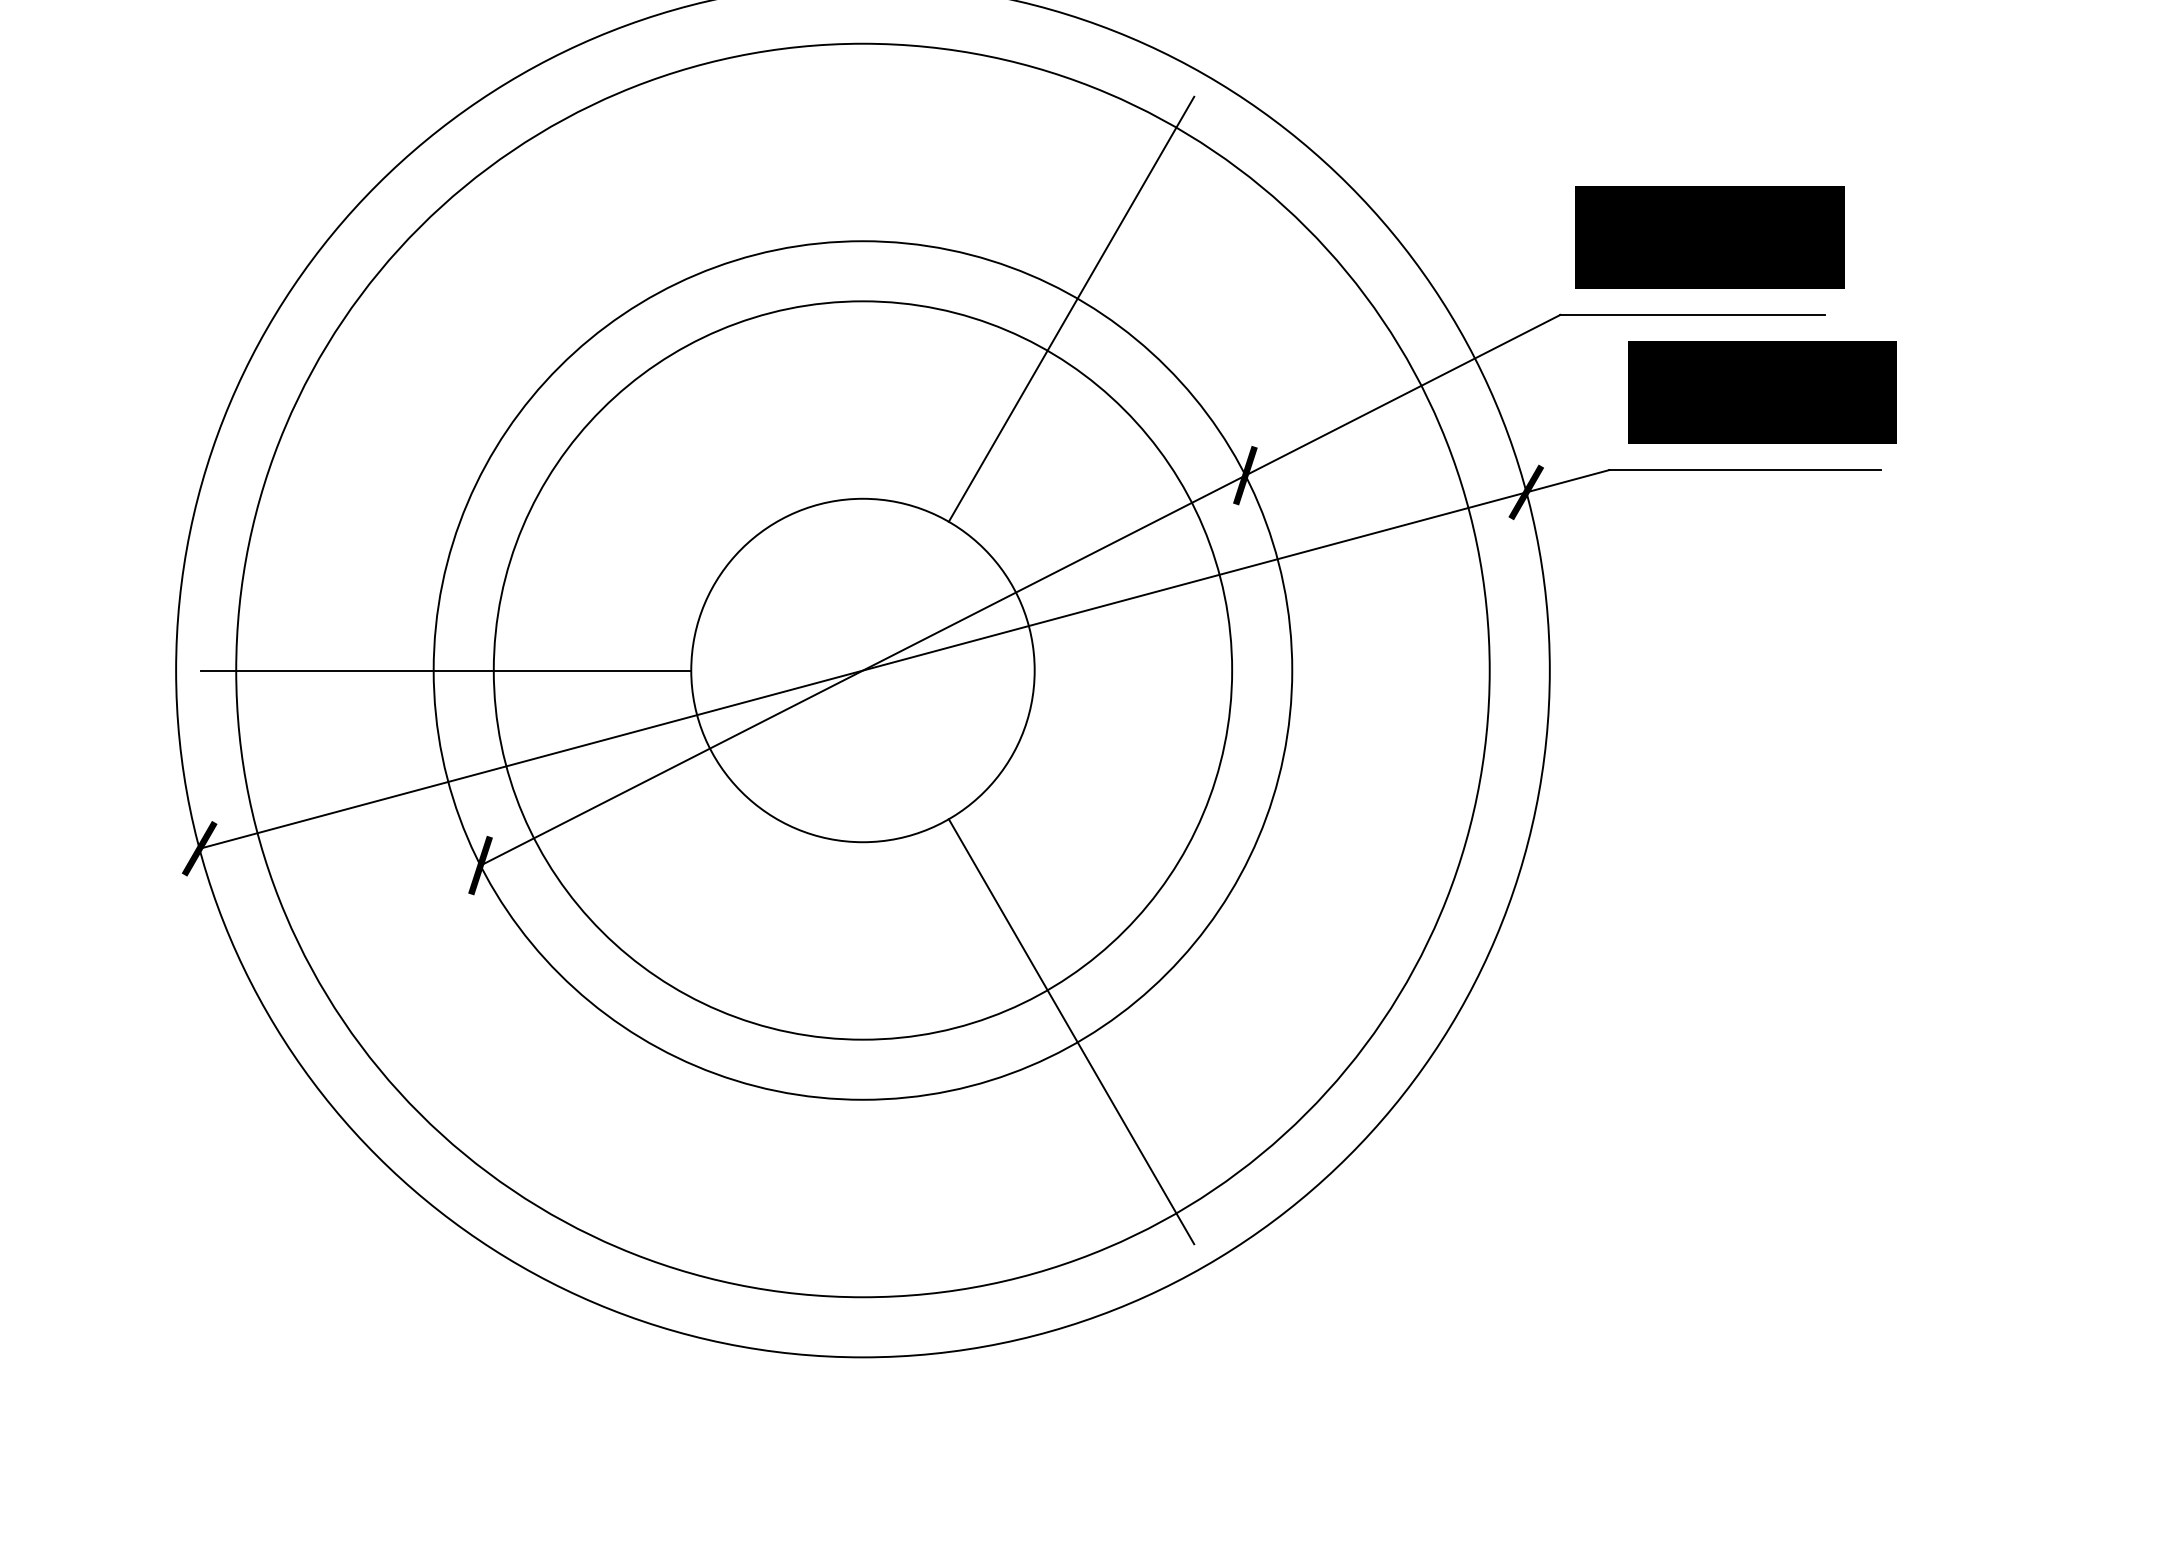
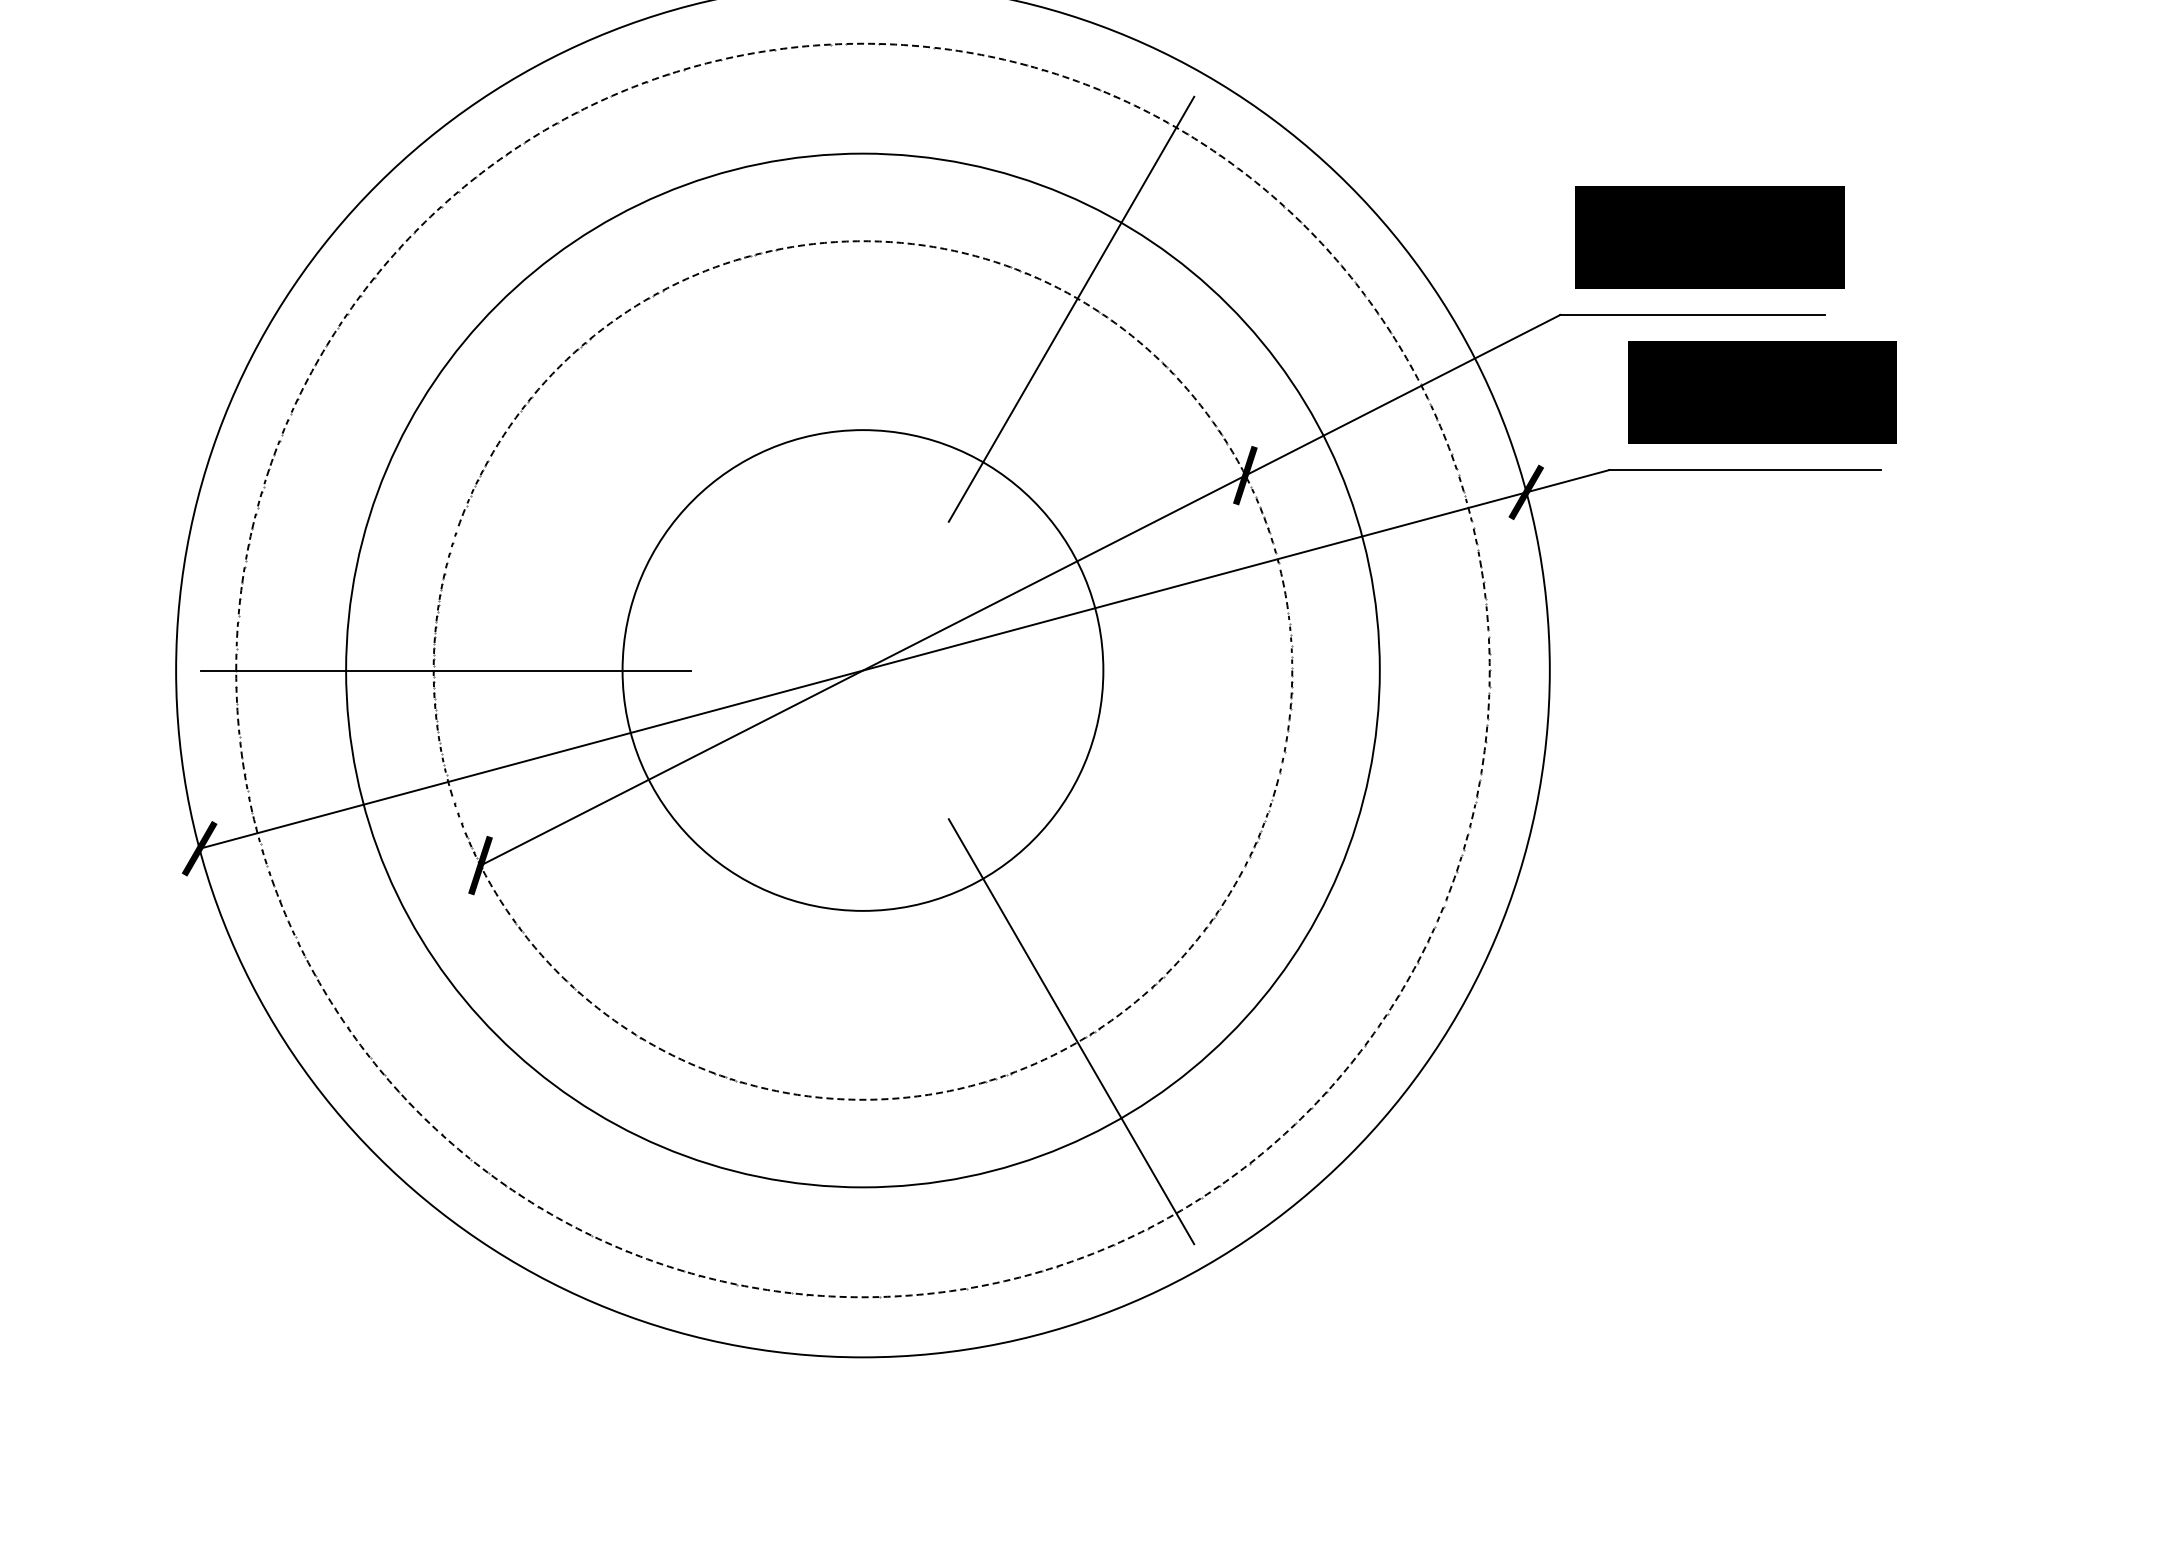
circle at (862, 670) diameter: 343 px -> 481 px
circle at (862, 670) diameter: 738 px -> 1034 px
circle at (862, 670): solid -> dashed
circle at (862, 670): solid -> dashed
